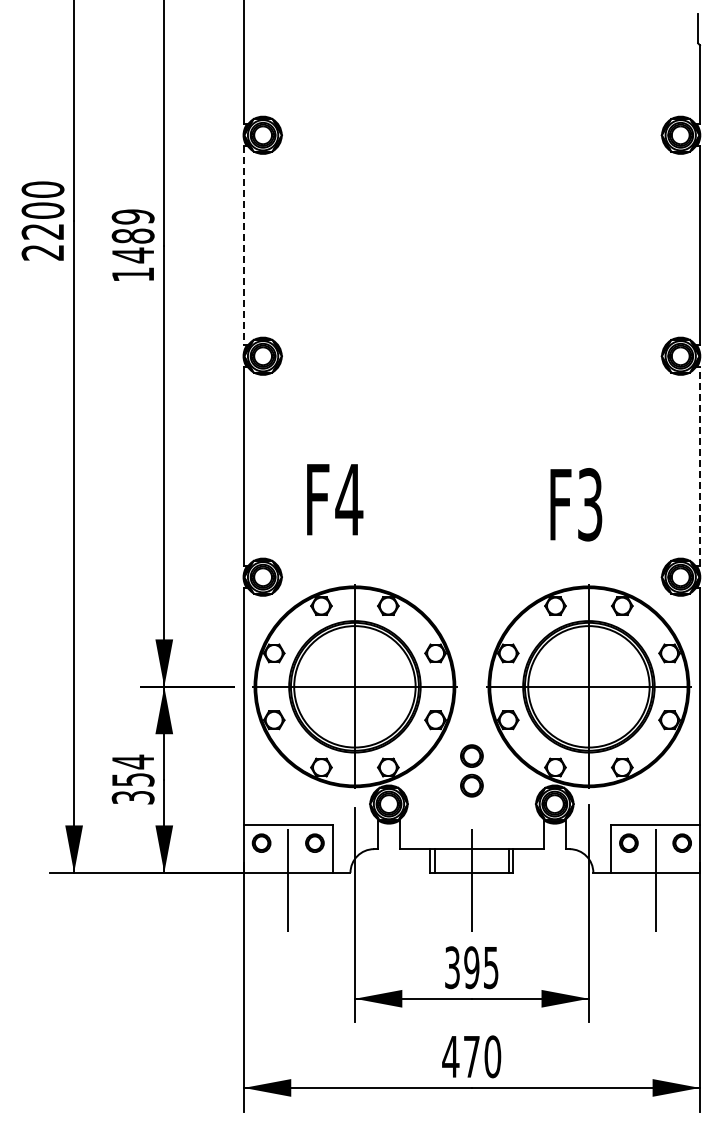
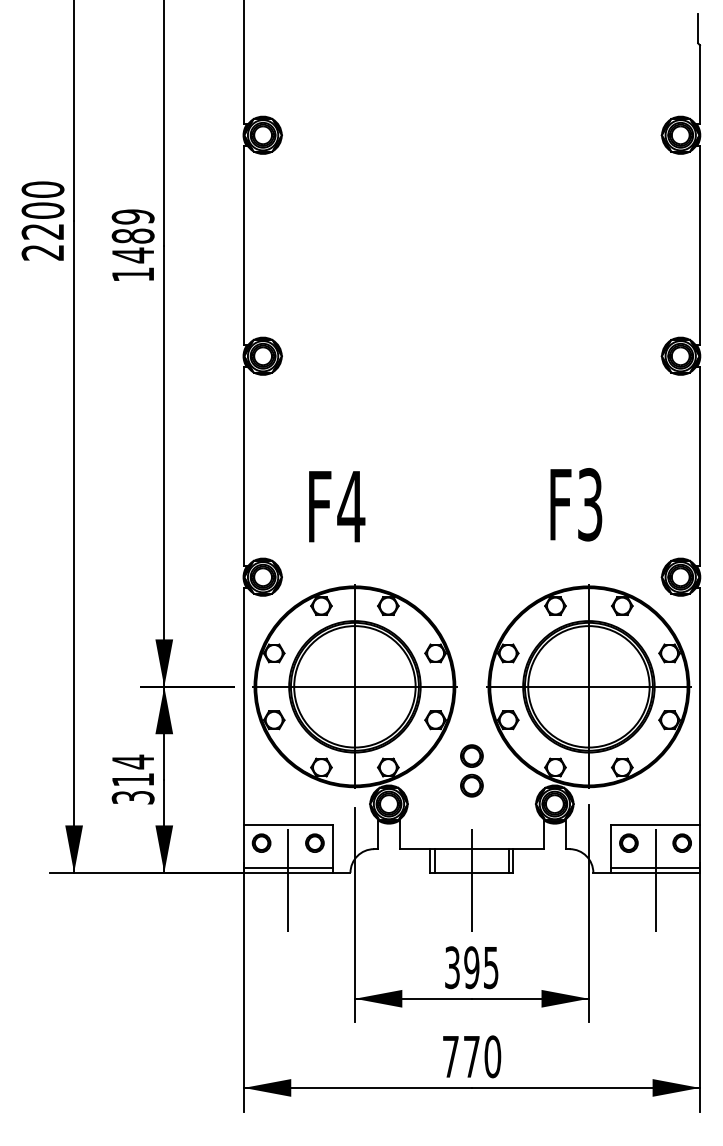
line at (243, 245): dashed -> solid
line at (700, 466): dashed -> solid
text at (335, 499) position: (335, 499) -> (337, 506)
text at (133, 779): 354 -> 314
line at (287, 868): none -> present
line at (655, 868): none -> present
text at (450, 1056): 470 -> 770
